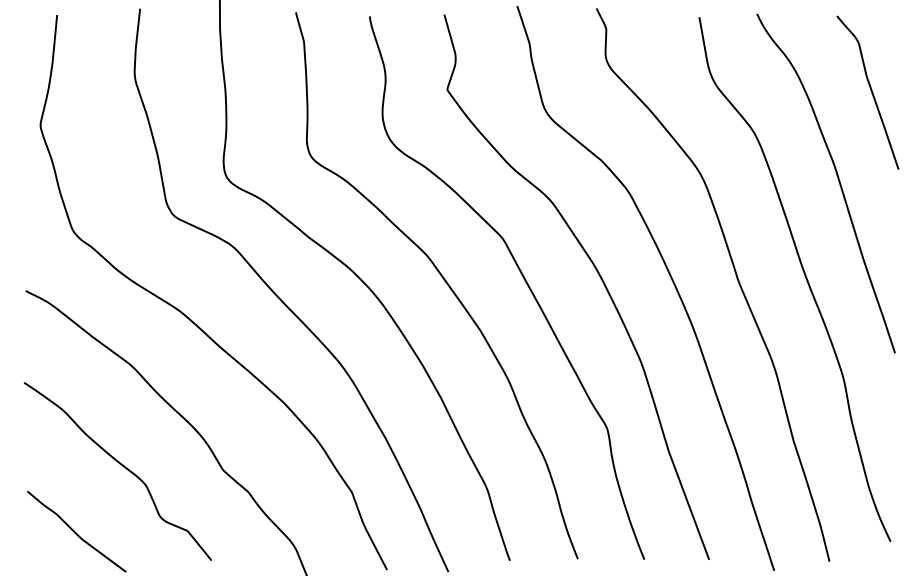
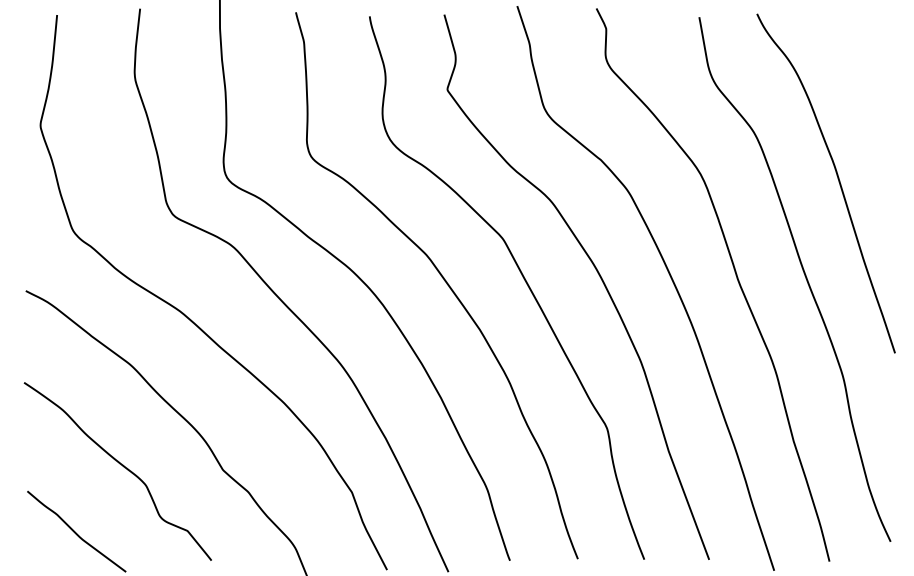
curve at (870, 90): present -> none
